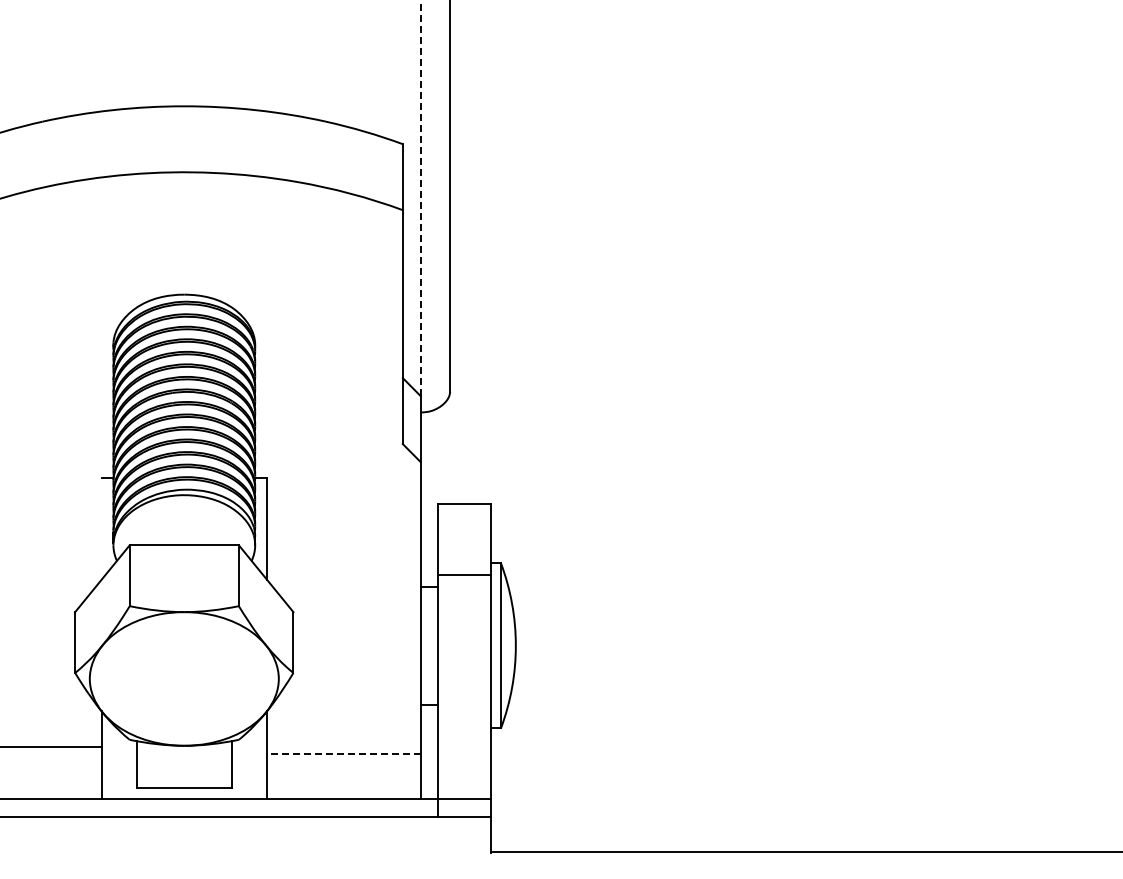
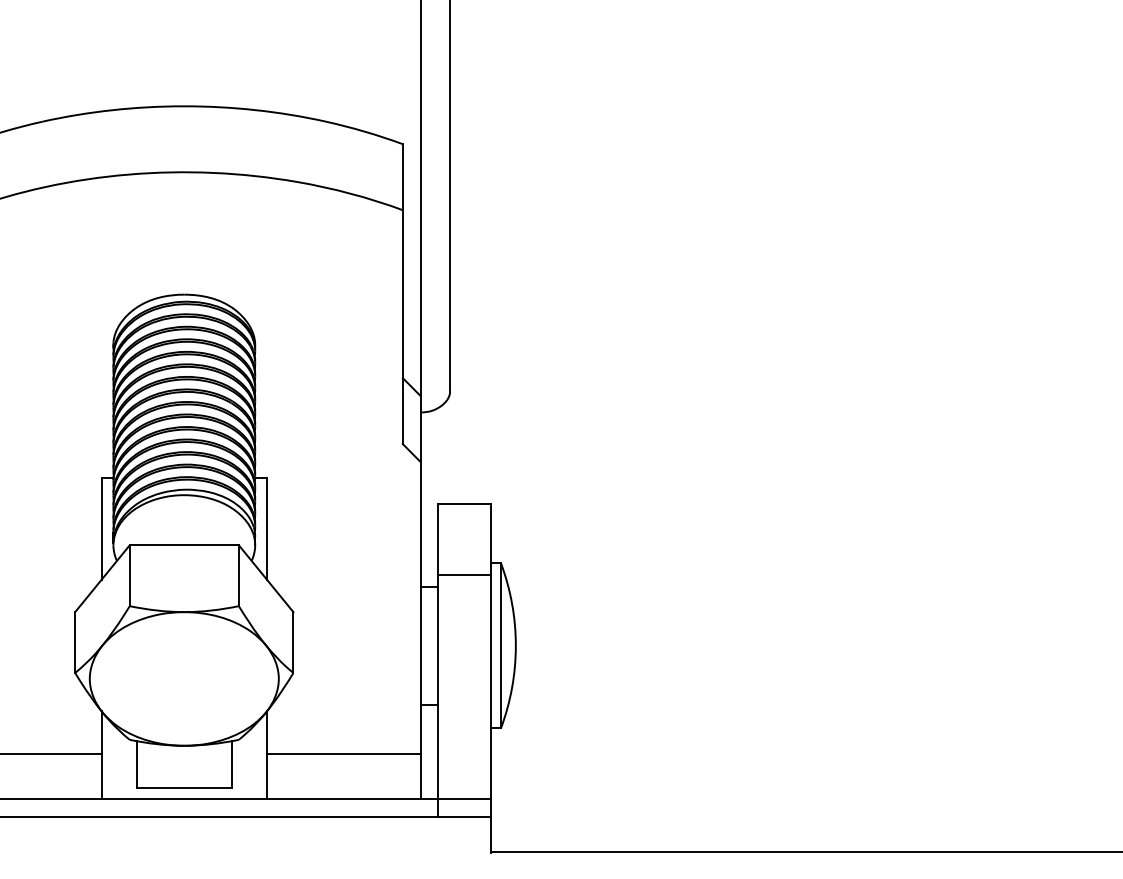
line at (420, 198): dashed -> solid
line at (101, 528): none -> present
line at (51, 747) position: (51, 747) -> (51, 754)
line at (343, 754): dashed -> solid
